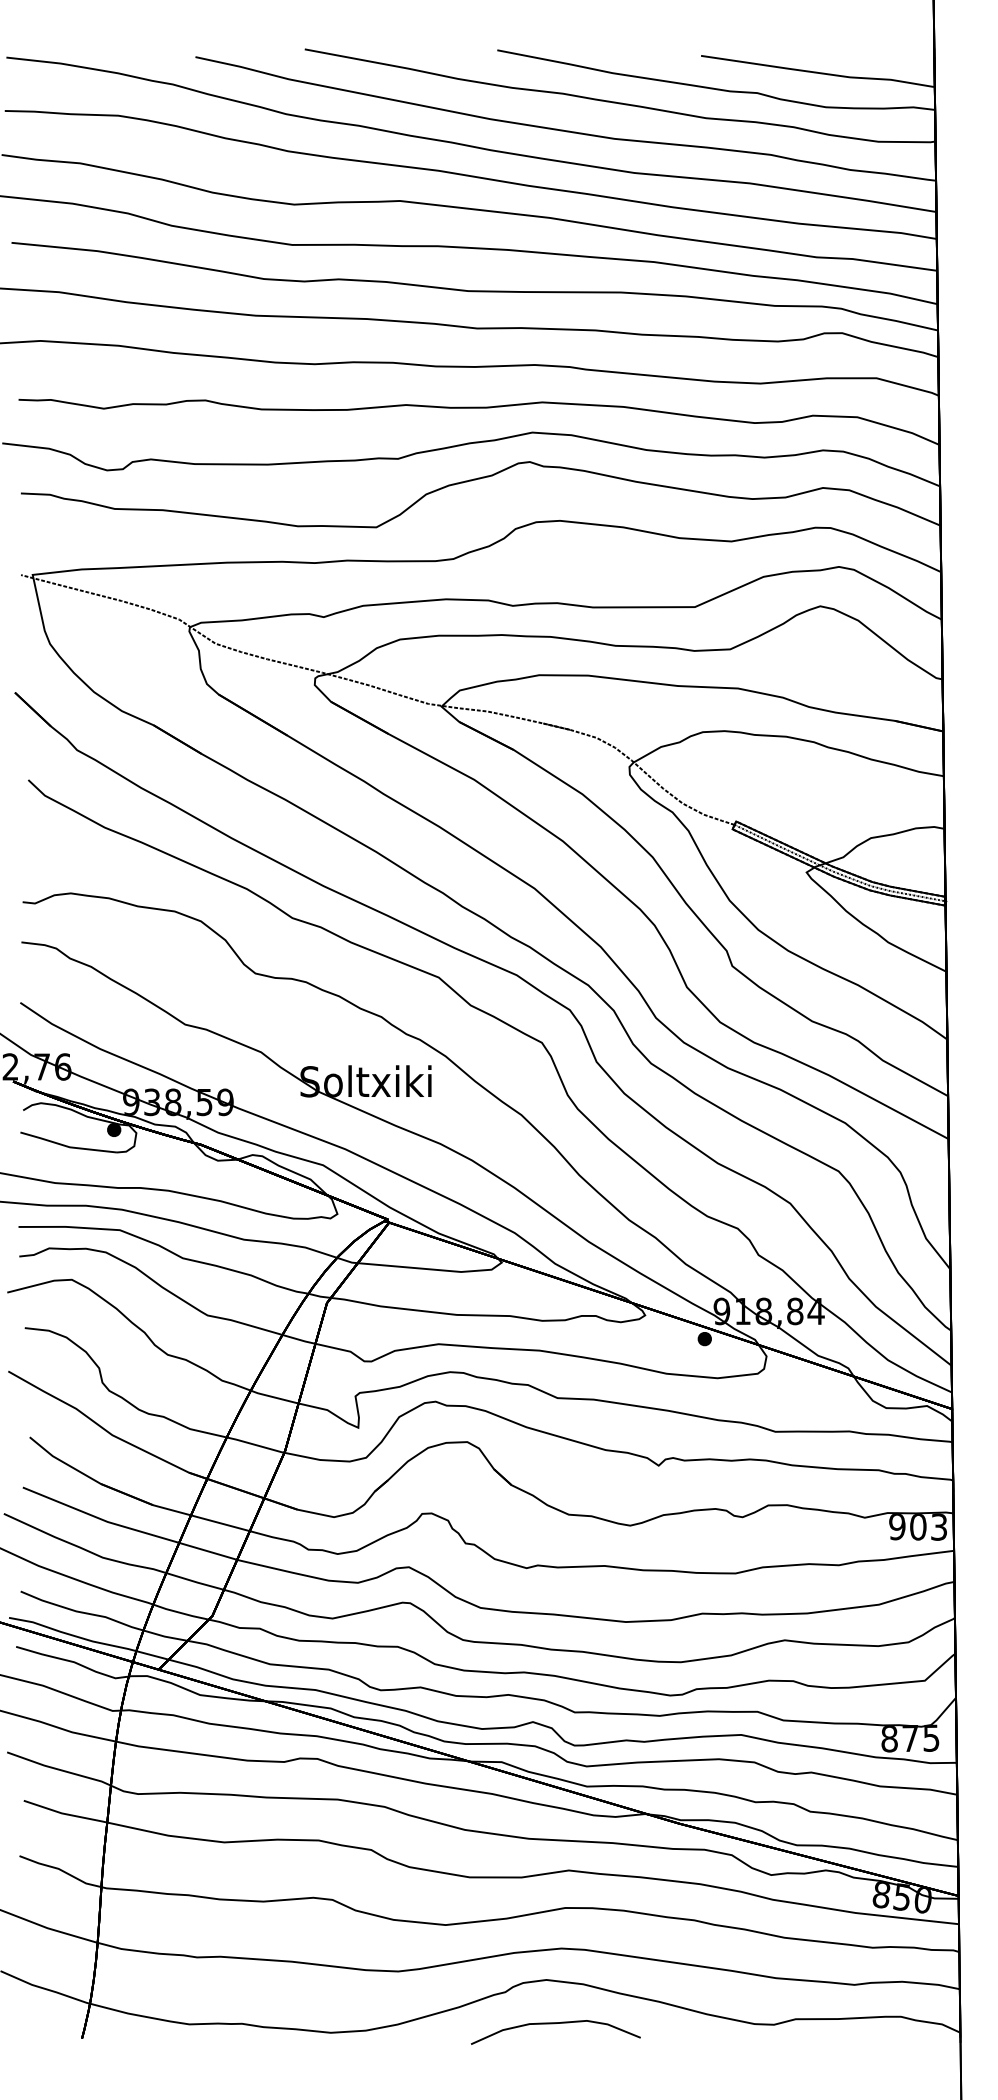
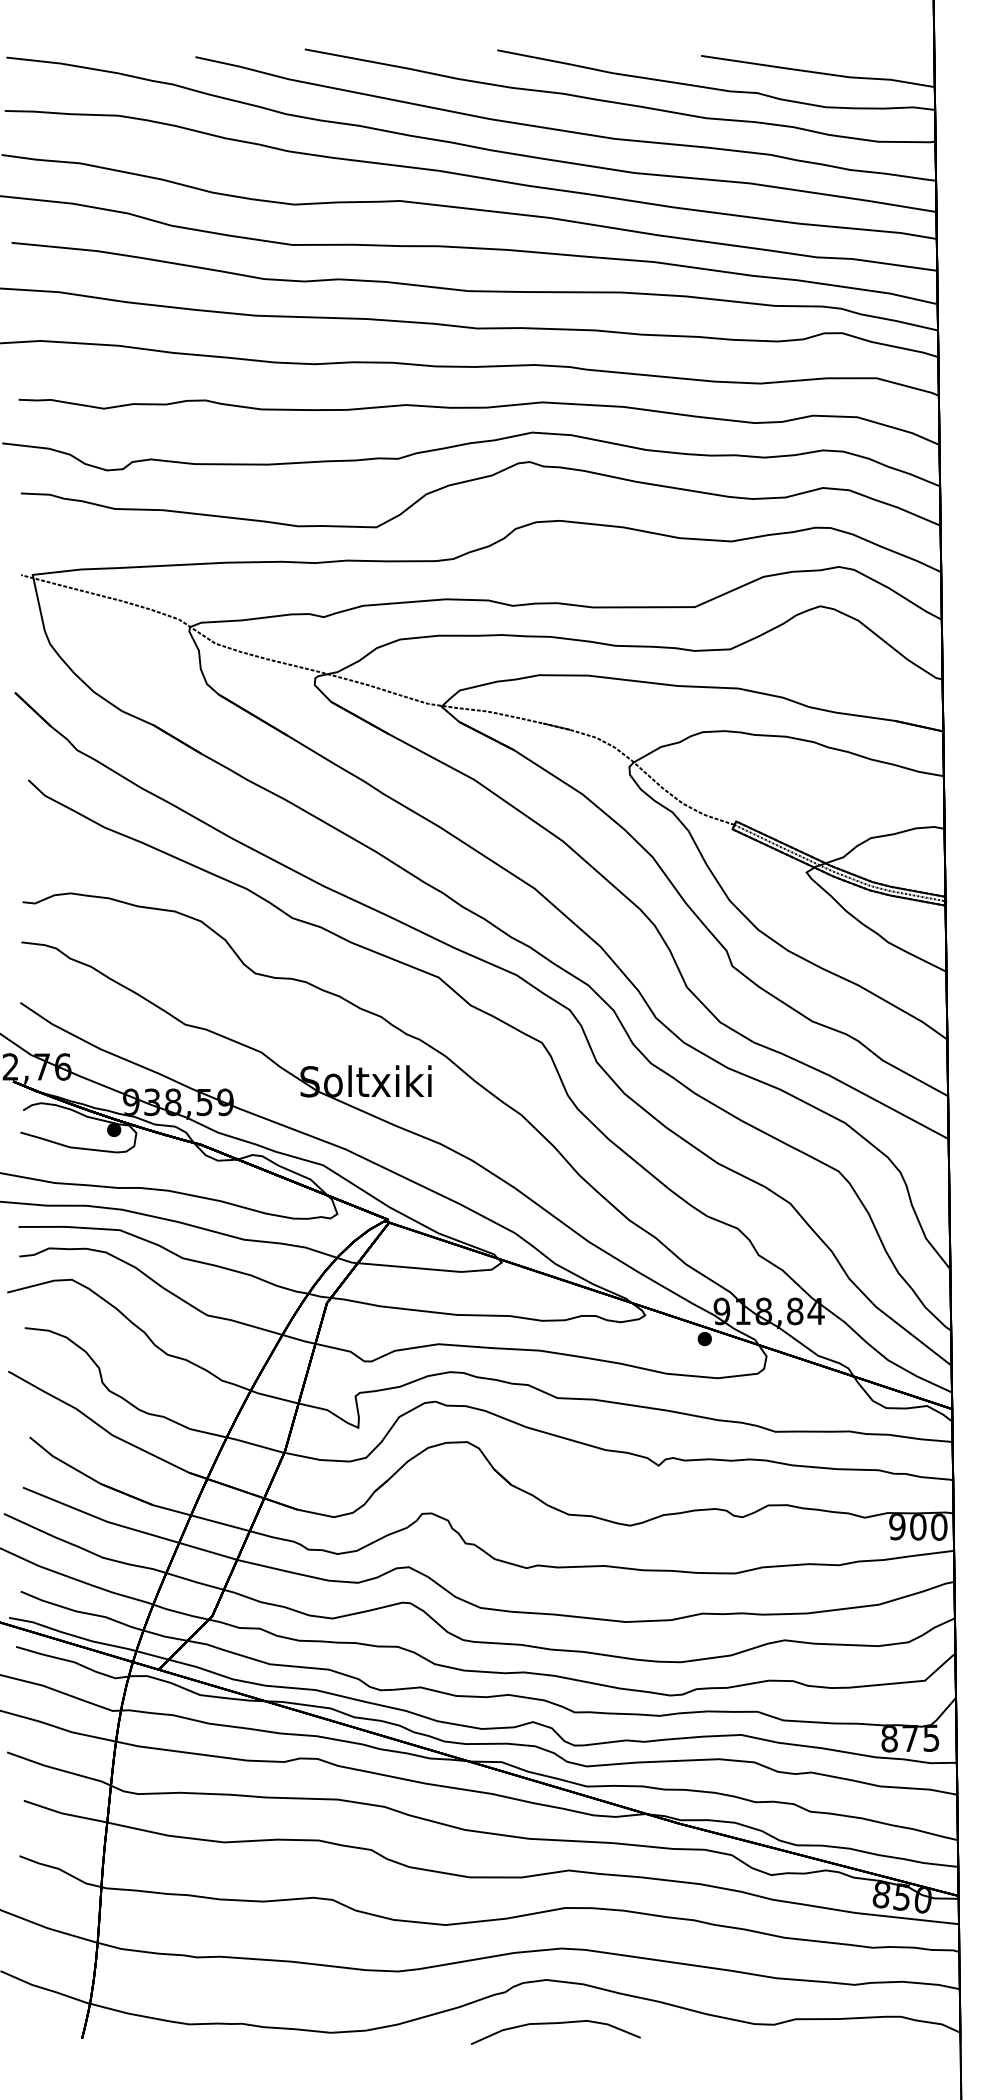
text at (939, 1526): 903 -> 900
